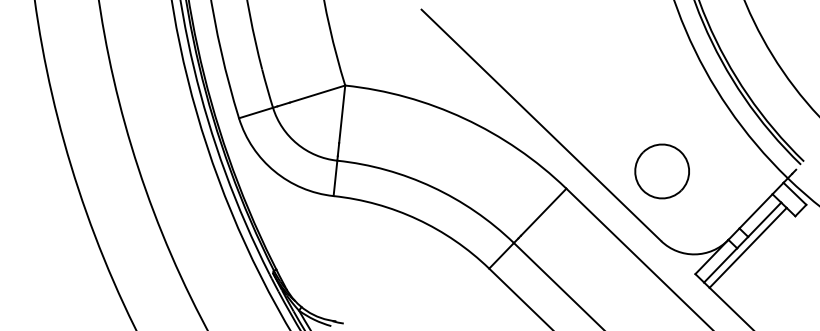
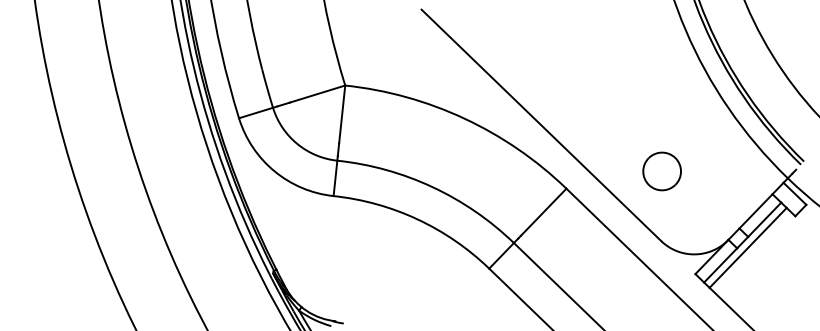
part at (661, 171) size: 56x57 px -> 40x41 px
